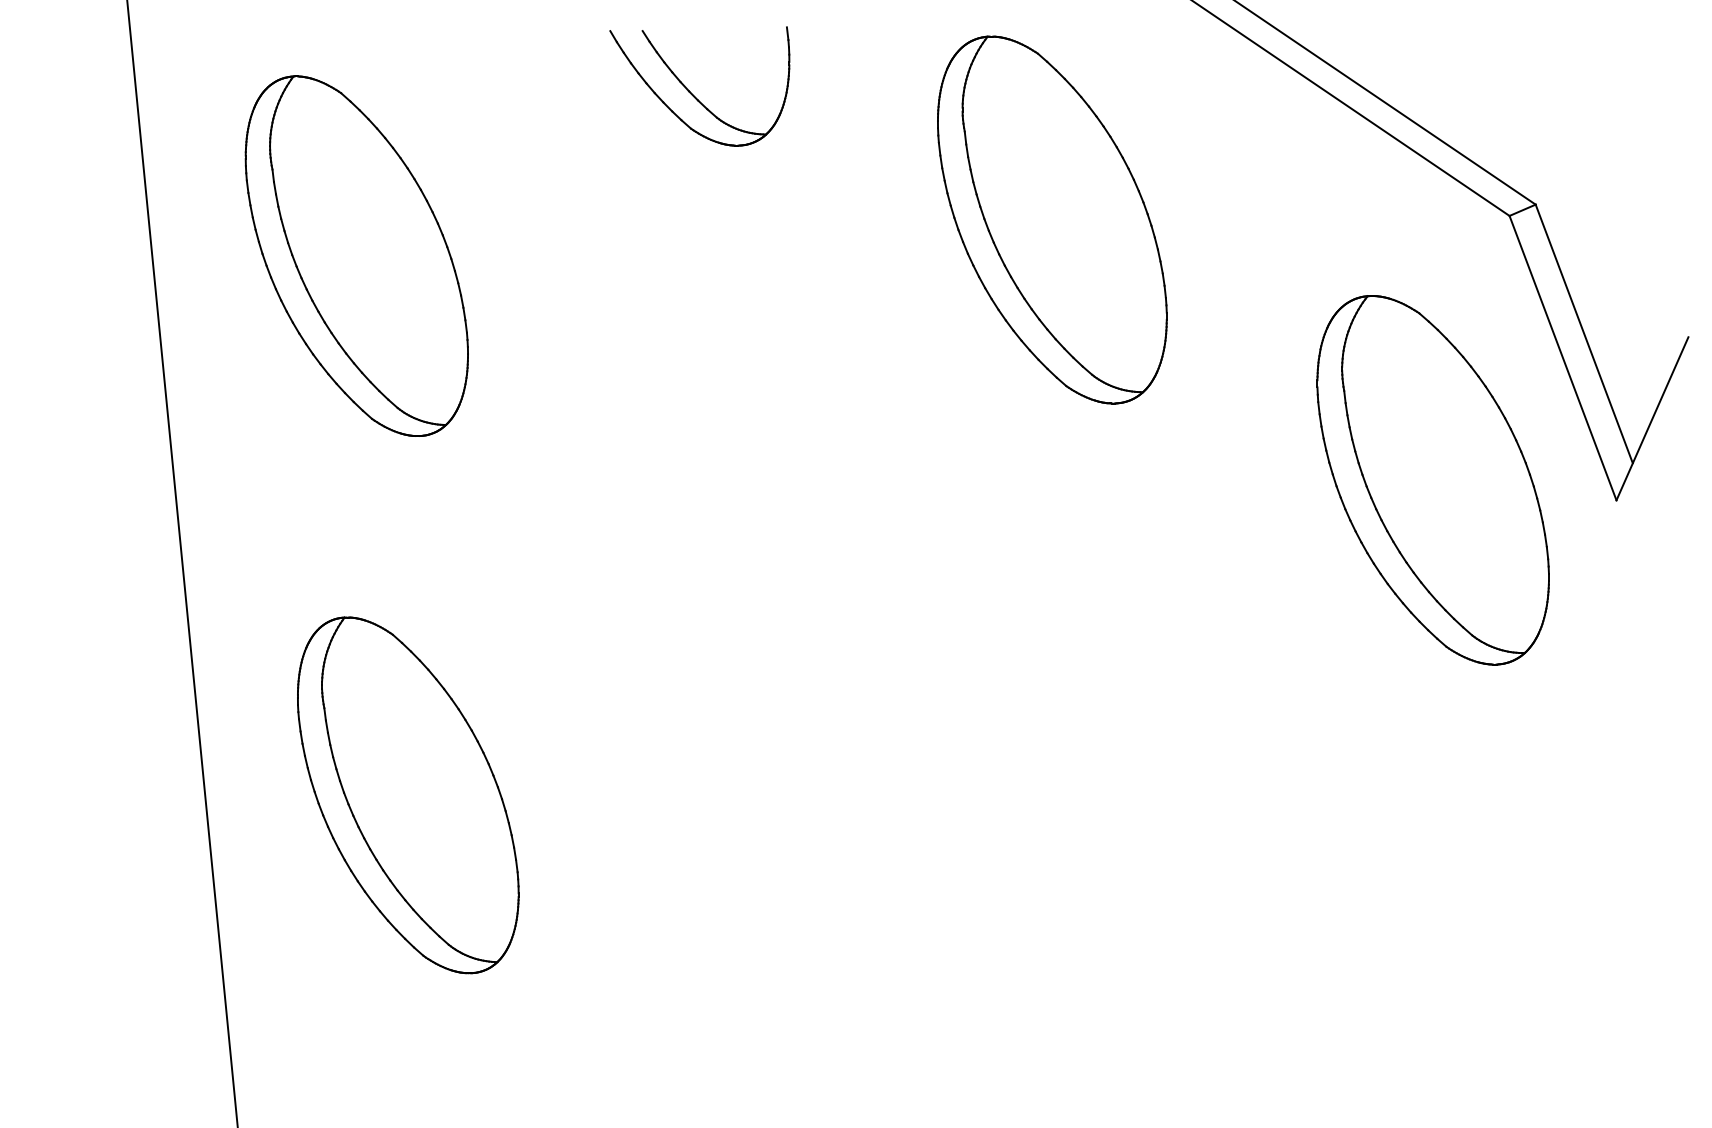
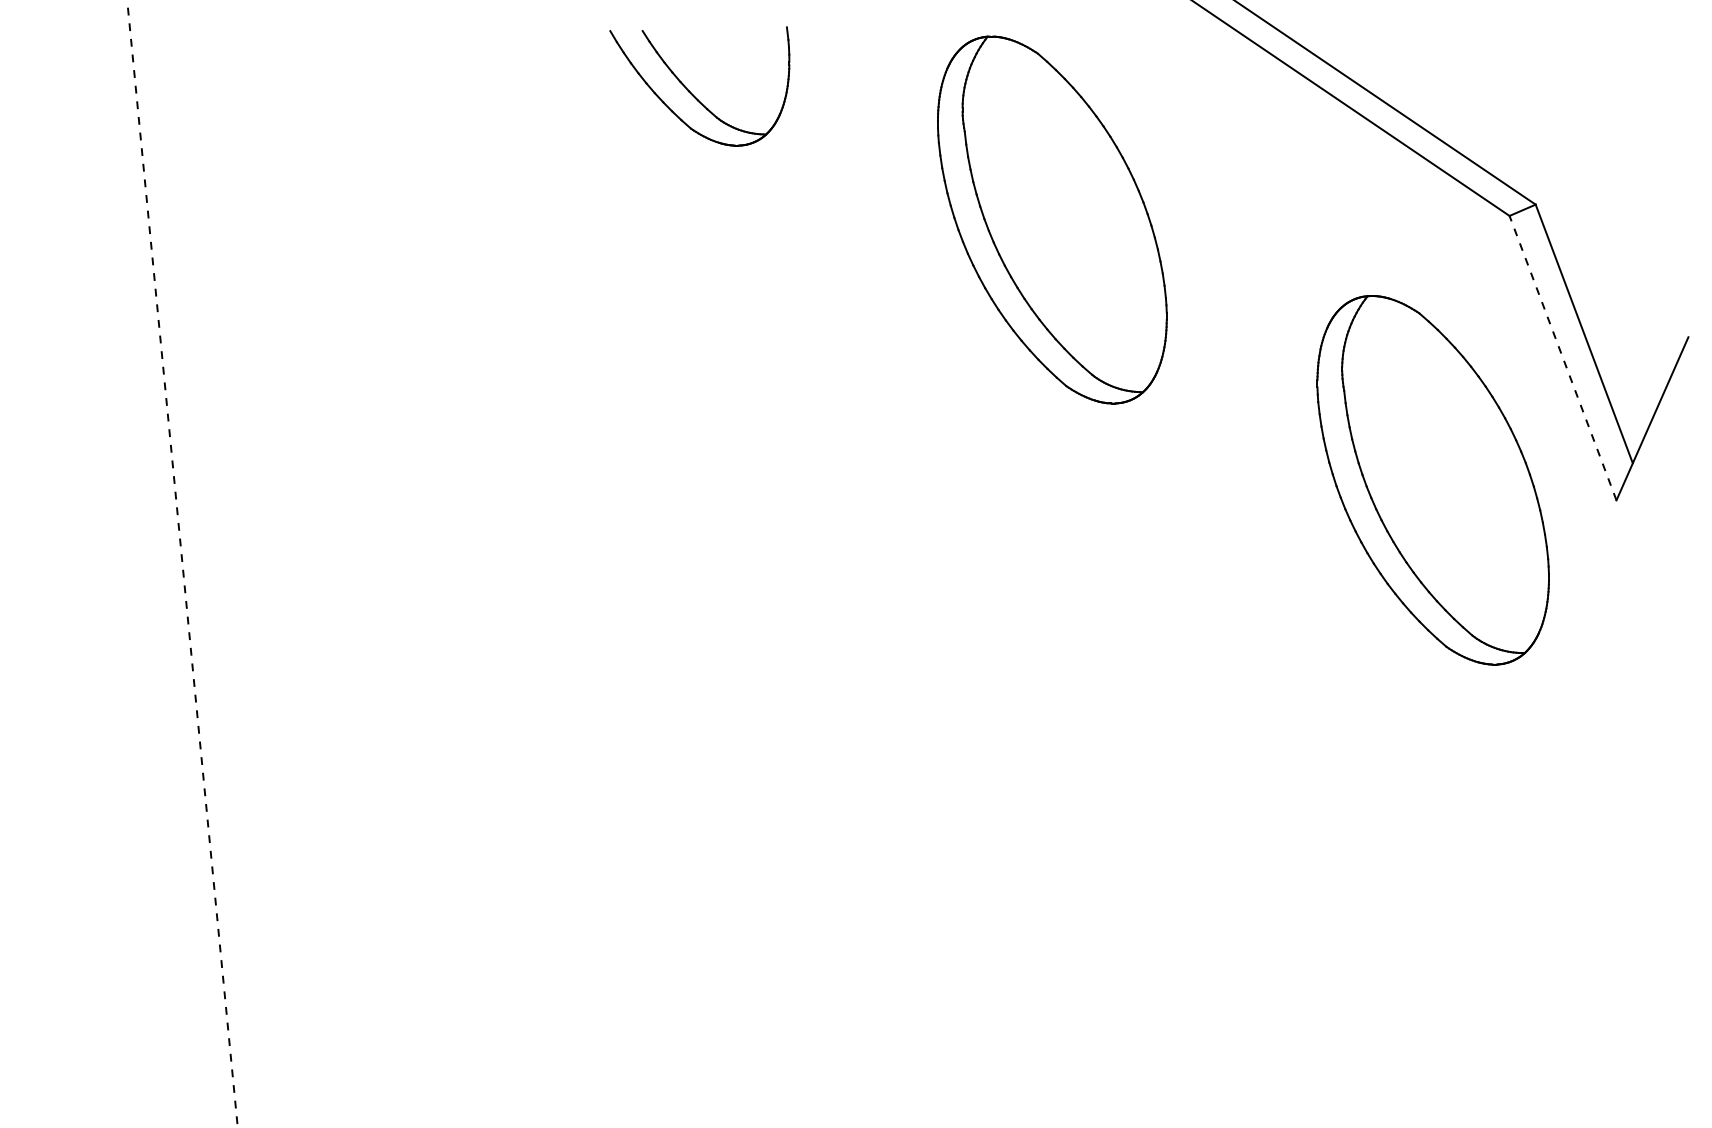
part at (356, 255): present -> none
line at (1563, 358): solid -> dashed
line at (182, 564): solid -> dashed
part at (408, 795): present -> none
